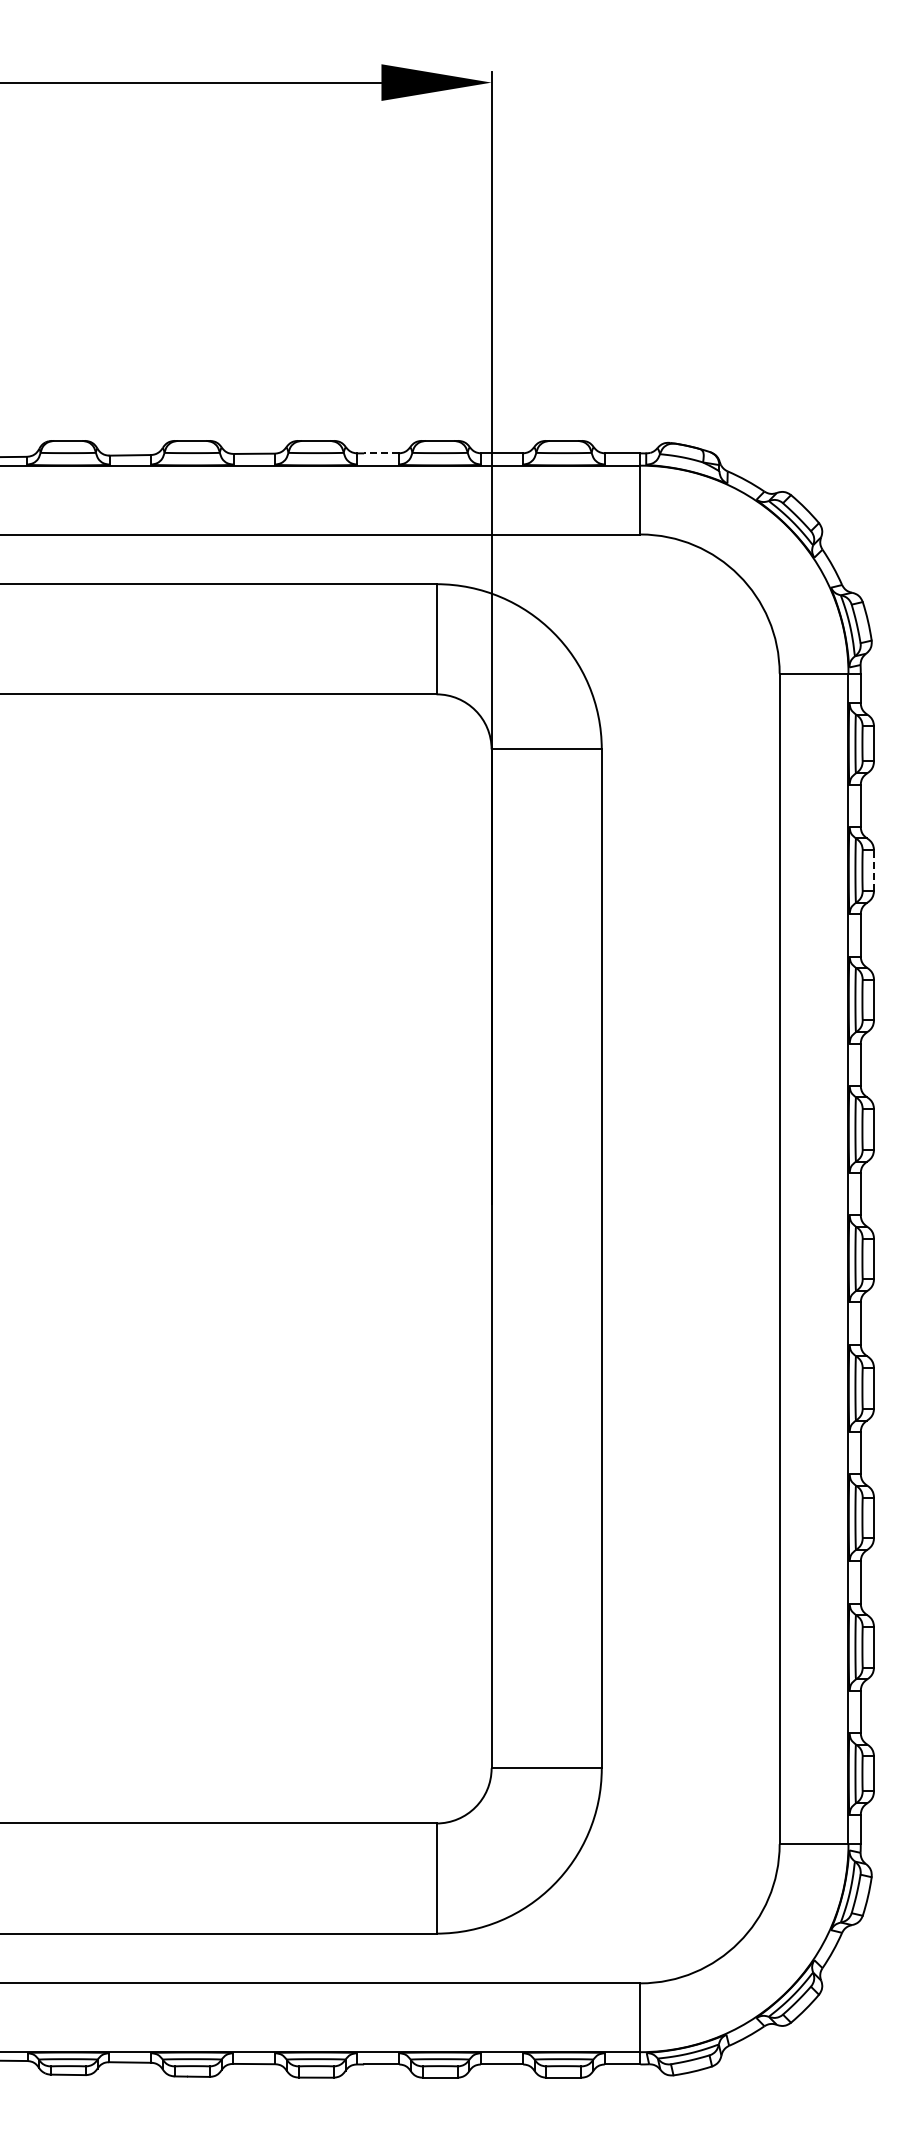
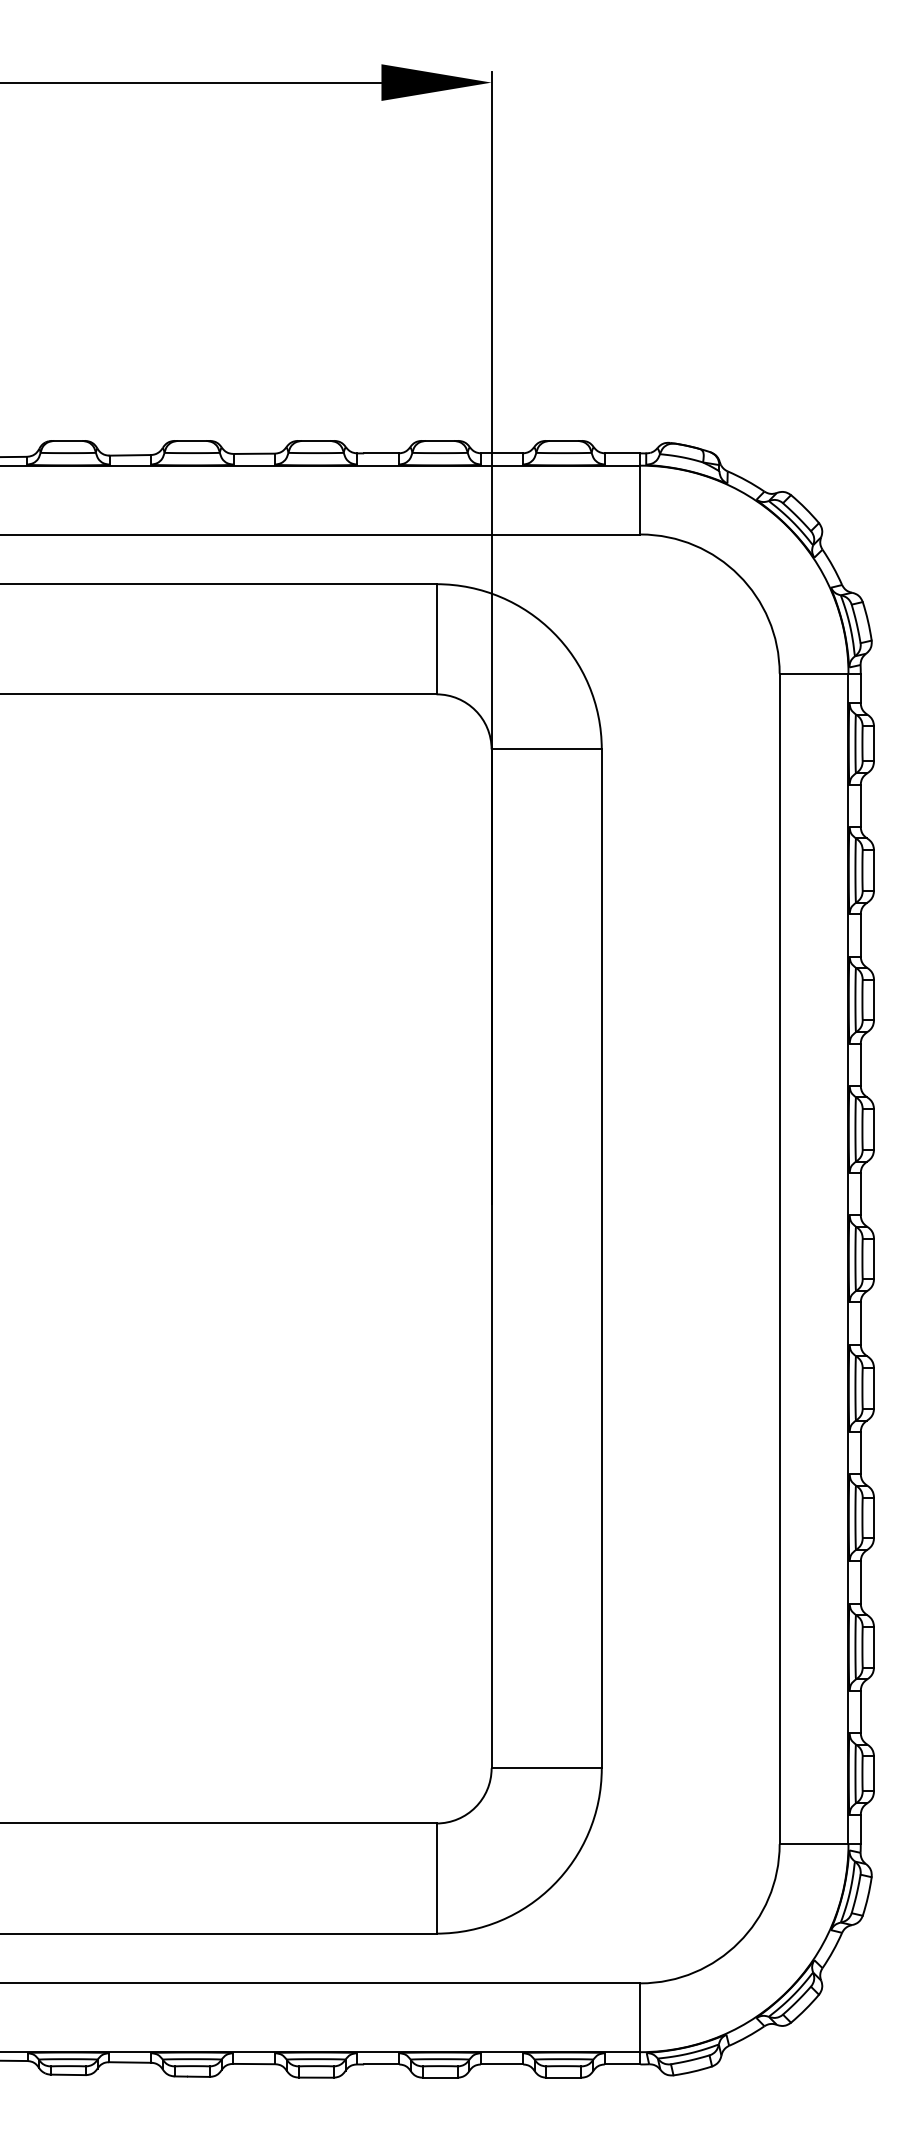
line at (380, 453): dashed -> solid
line at (874, 870): dashed -> solid
